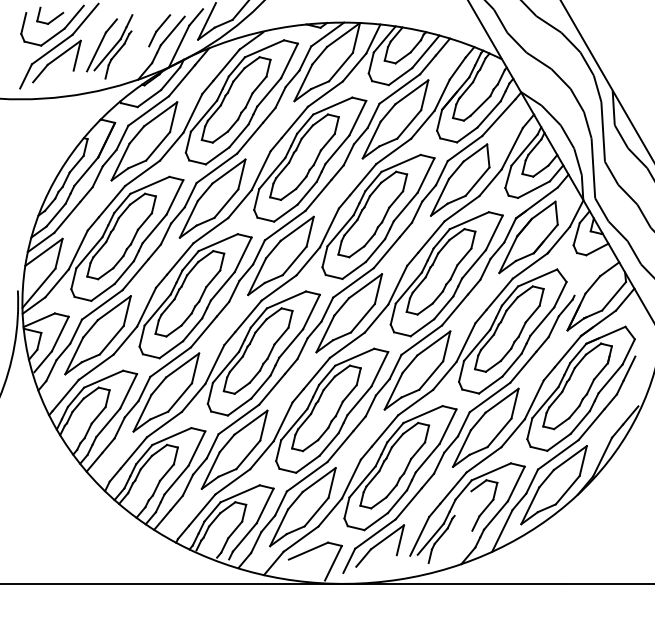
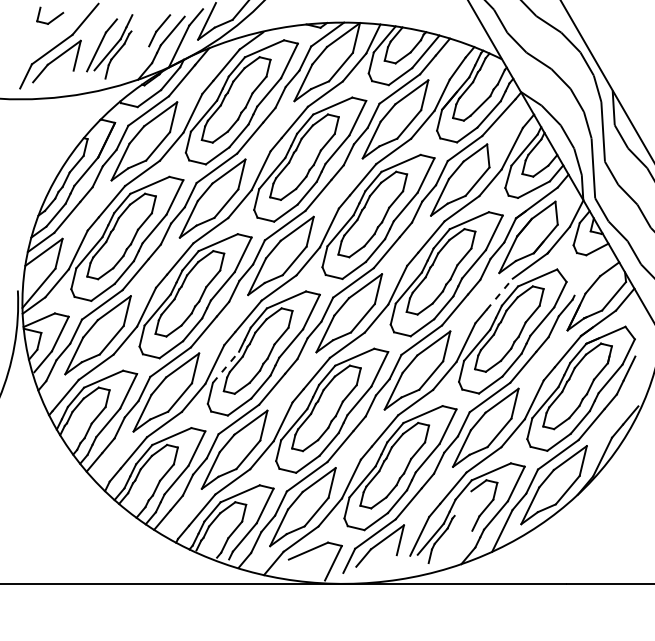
part at (58, 31): present -> none
line at (499, 293): solid -> dashed
line at (226, 366): solid -> dashed
